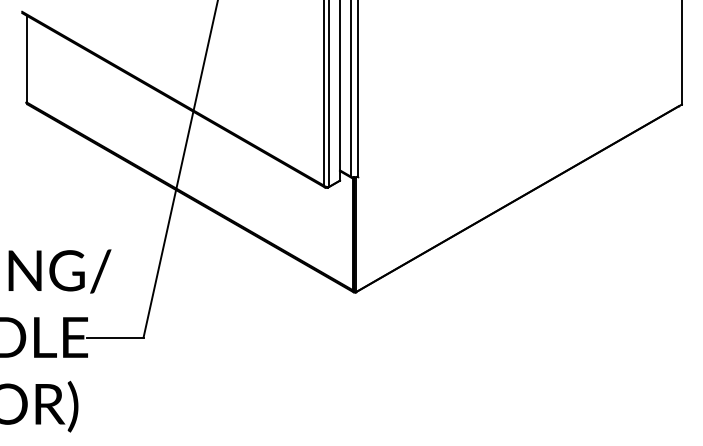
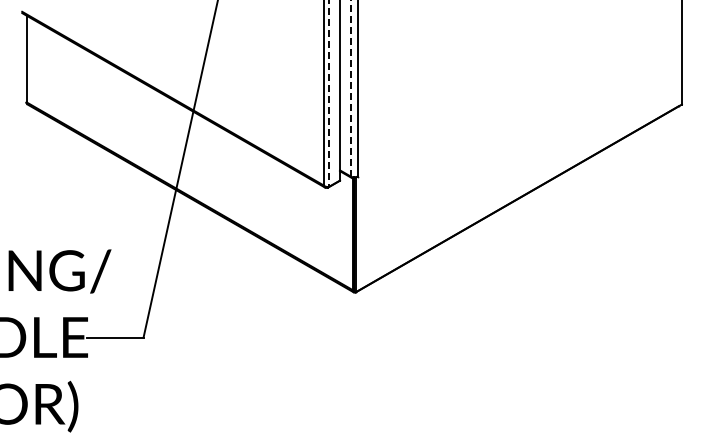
line at (350, 88): solid -> dashed
line at (329, 93): solid -> dashed
